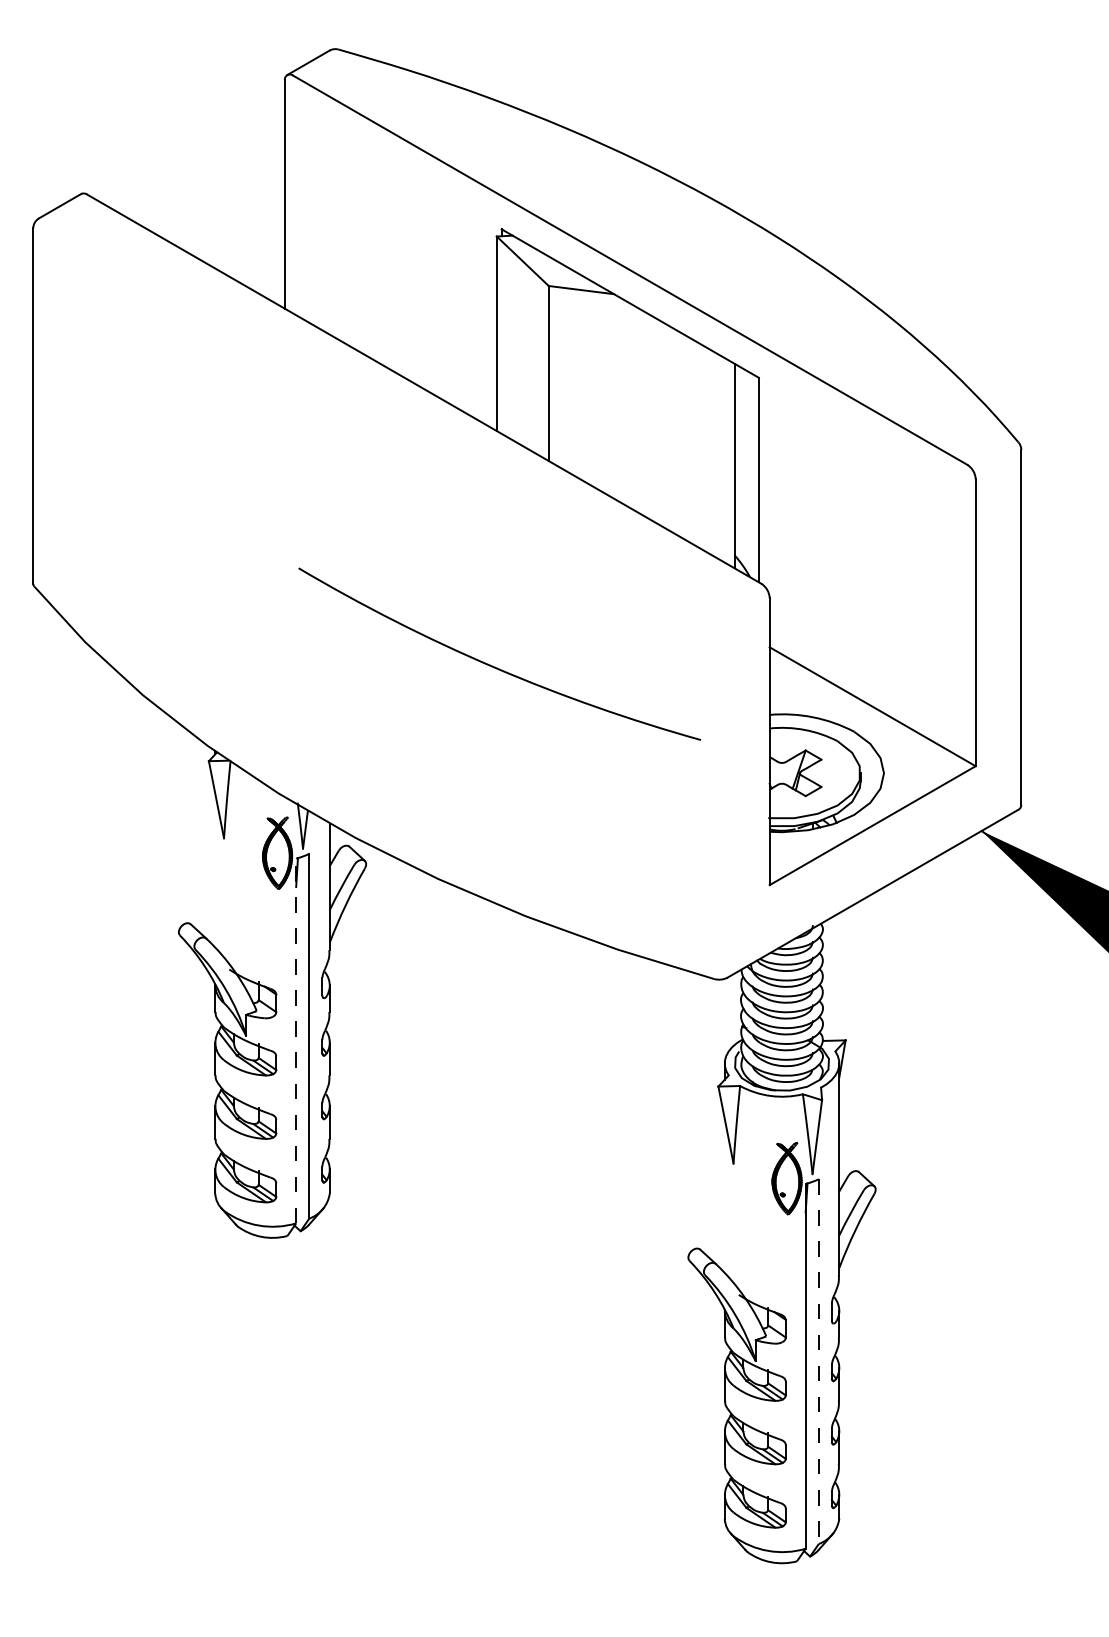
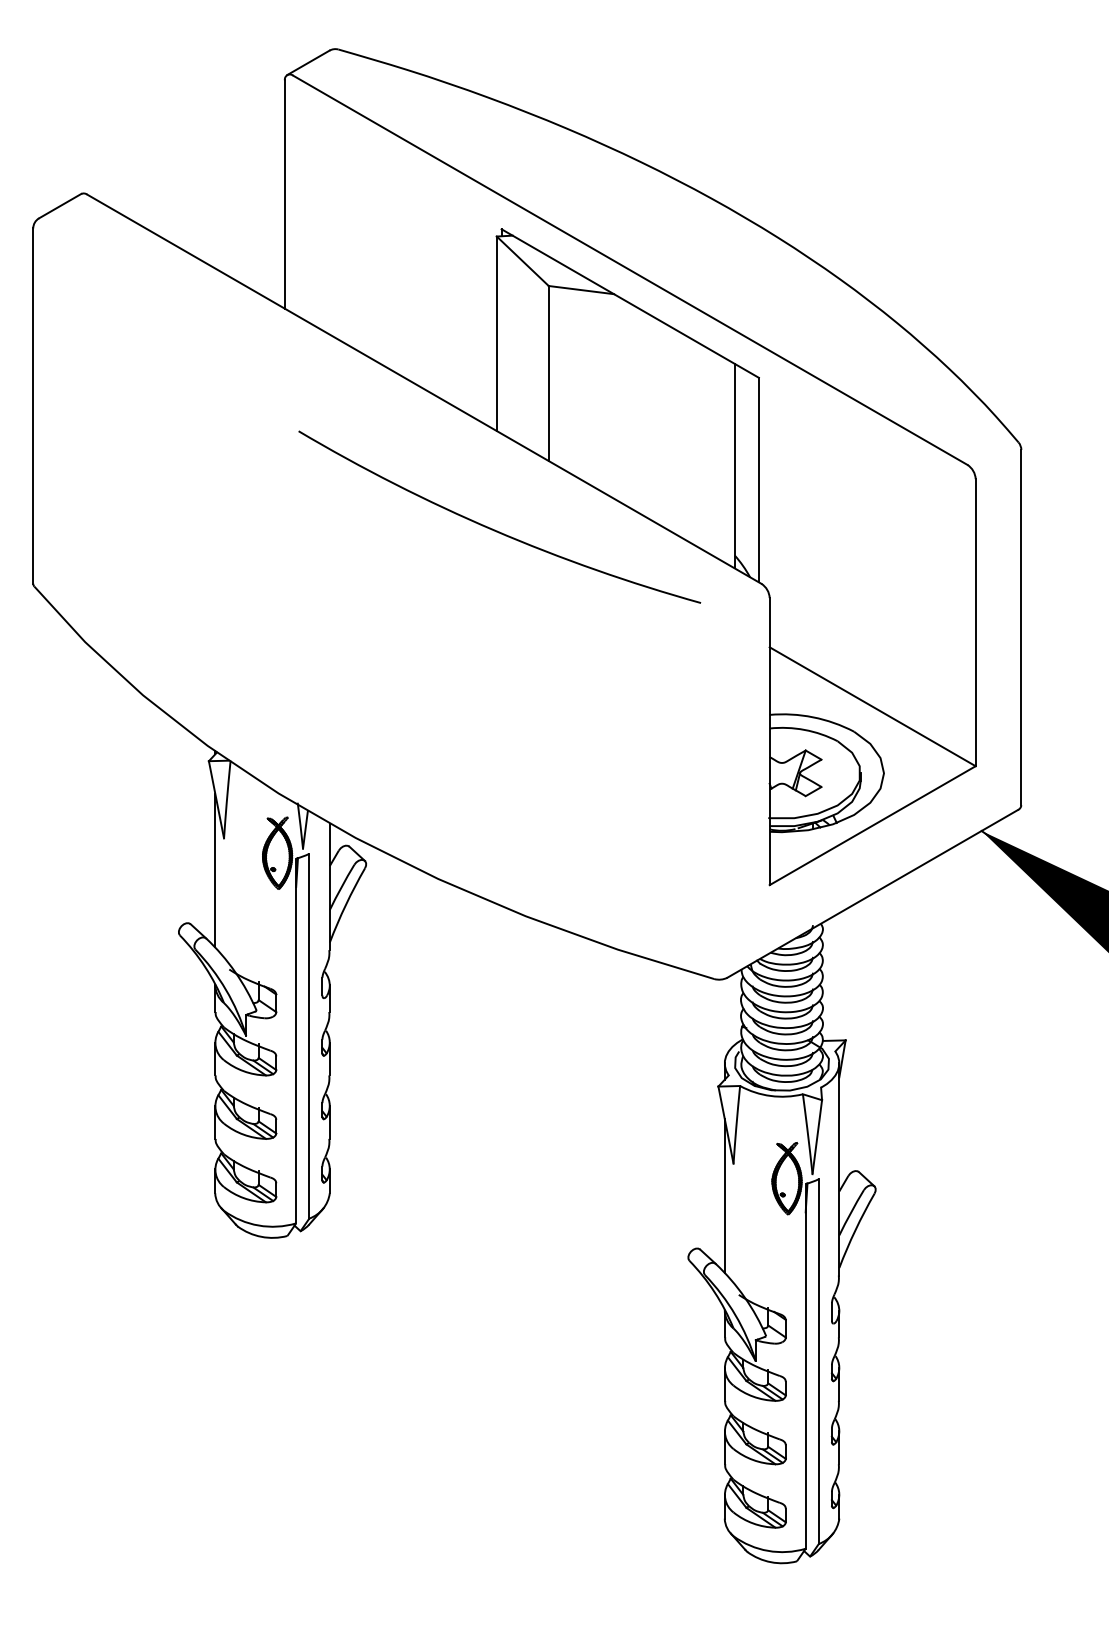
arc at (495, 666) position: (495, 666) -> (495, 529)
line at (215, 870): none -> present
line at (296, 1040): dashed -> solid
line at (724, 1195): none -> present
line at (818, 1362): dashed -> solid
